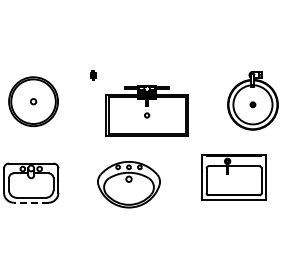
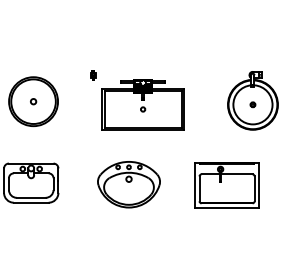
part at (146, 110) position: (146, 110) -> (142, 104)
part at (233, 177) position: (233, 177) -> (226, 185)
line at (30, 202): dashed -> solid
